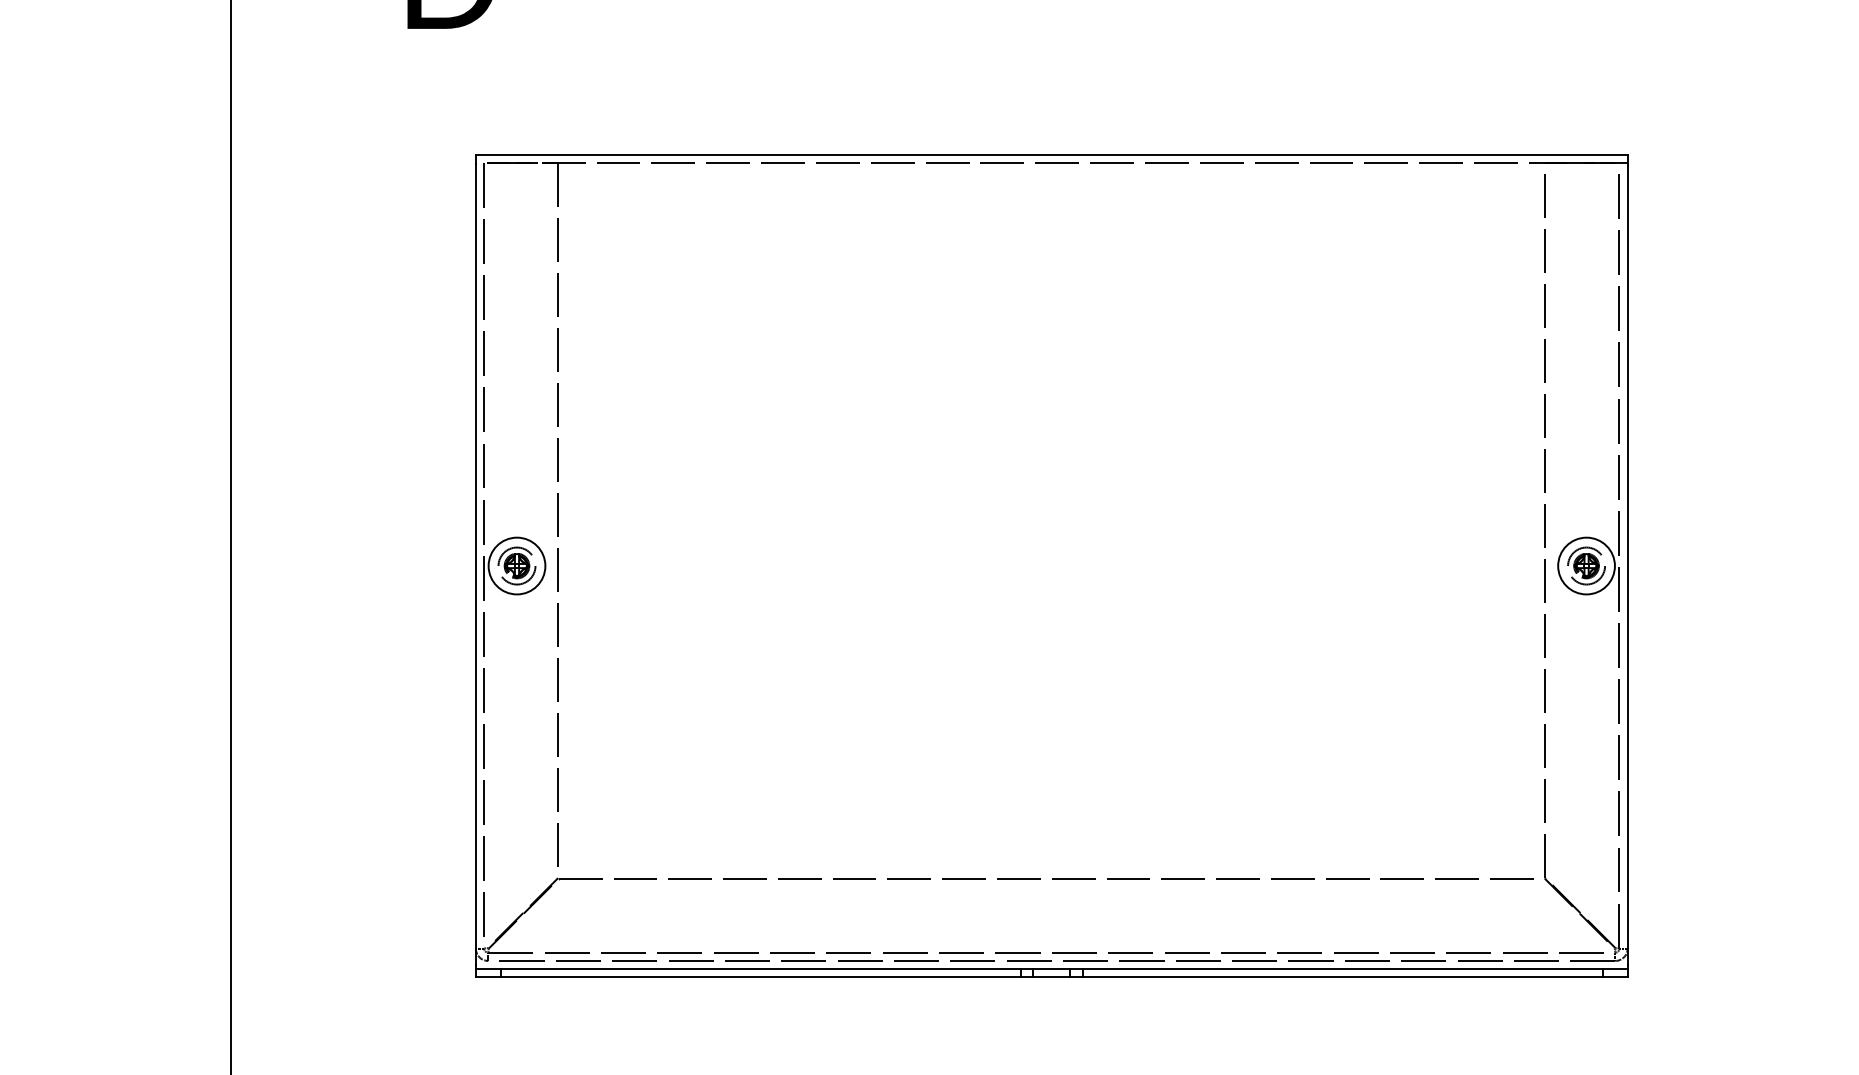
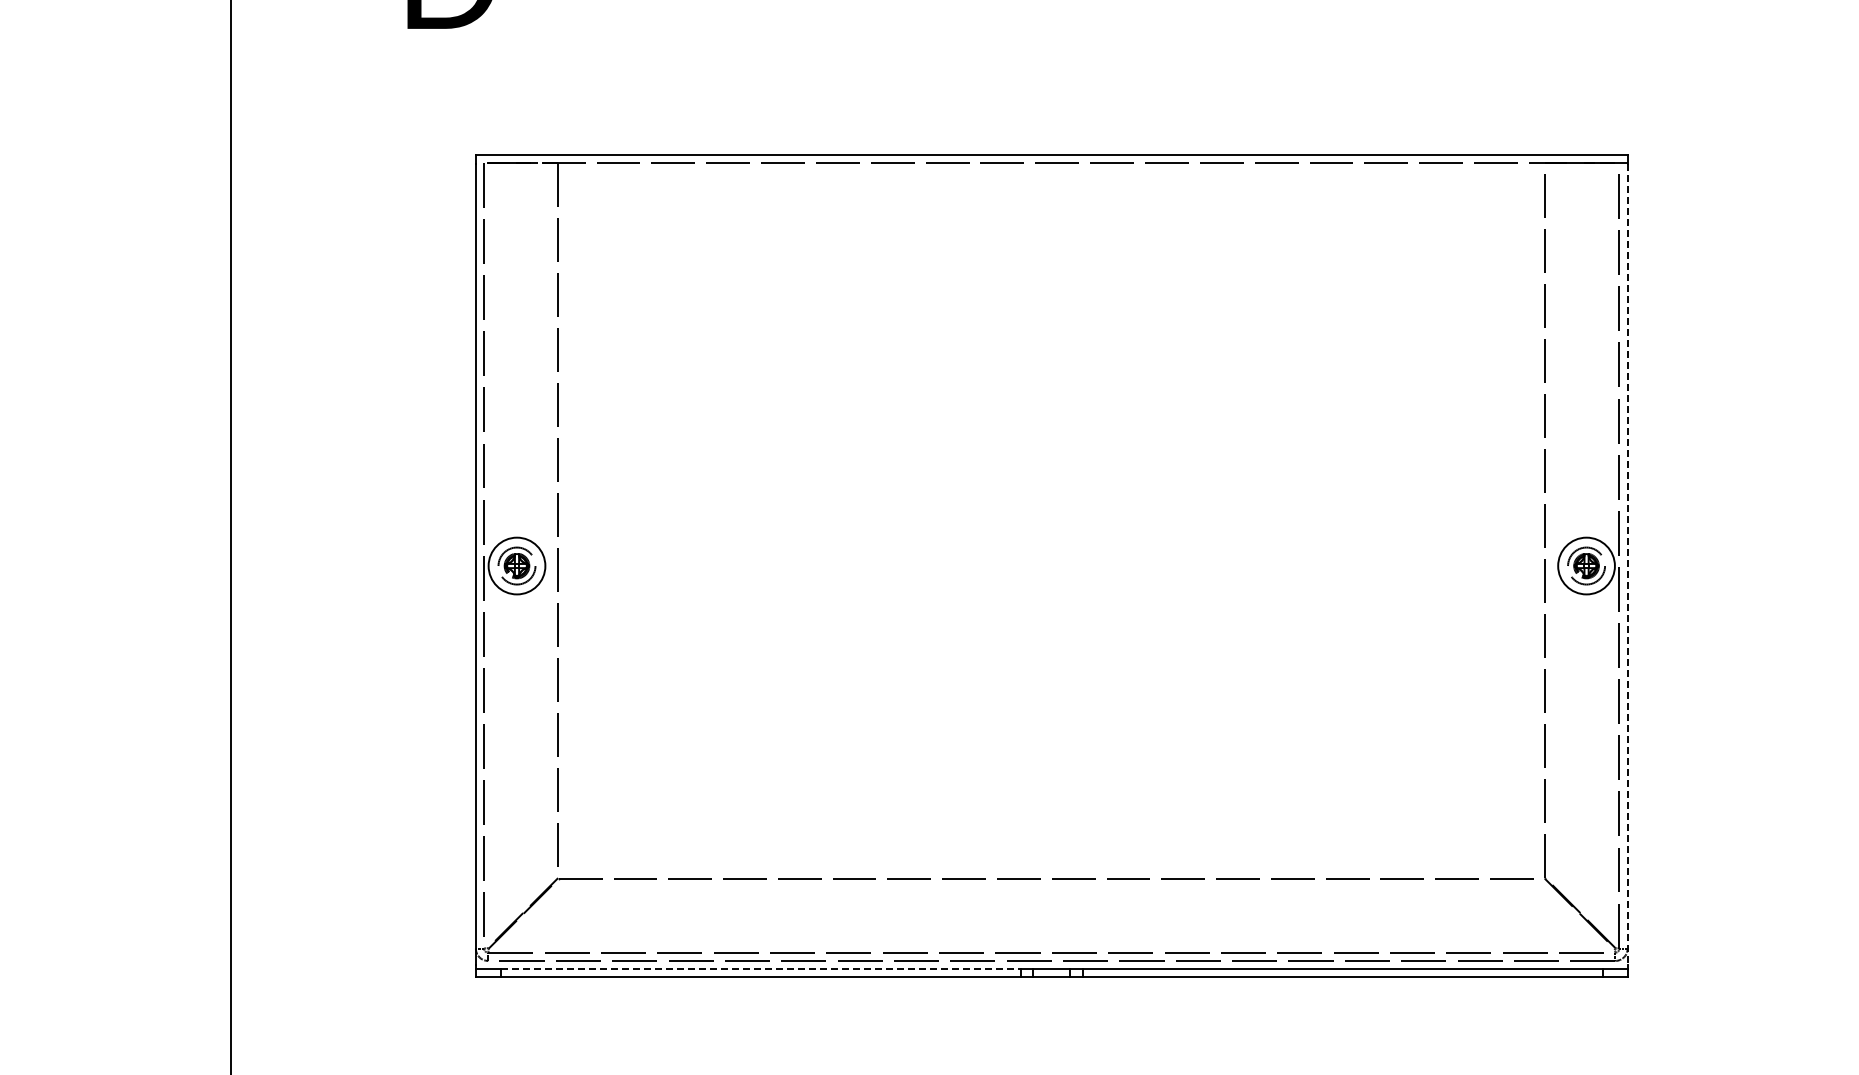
line at (1627, 564): solid -> dashed
line at (761, 969): solid -> dashed
